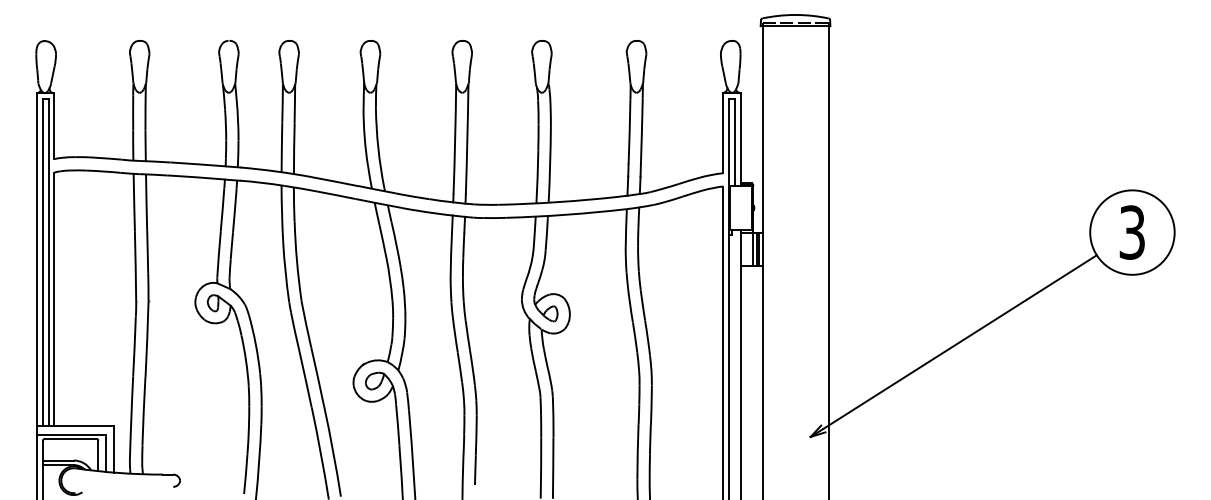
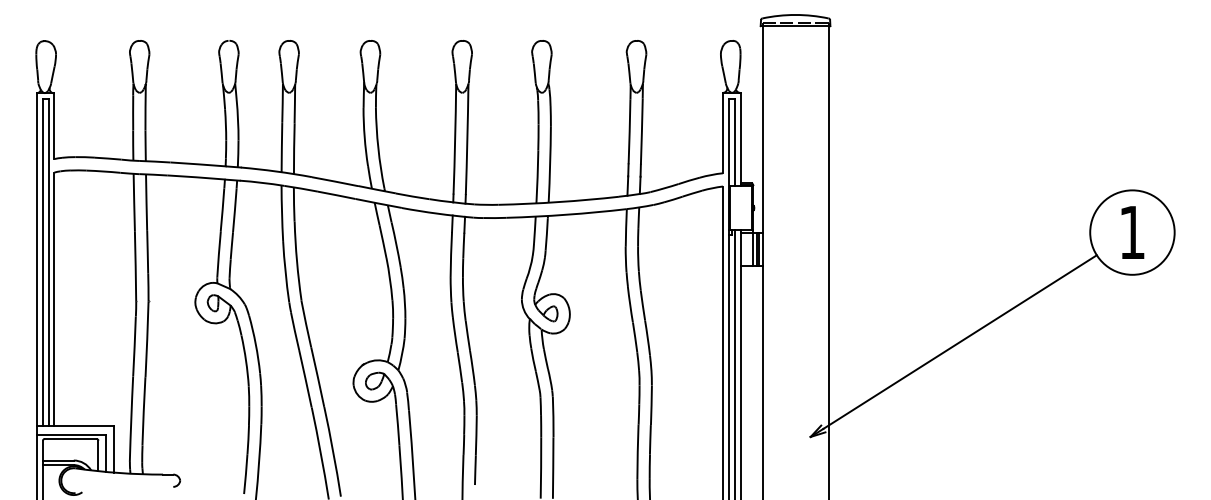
text at (1131, 232): 3 -> 1
line at (734, 363): none -> present
